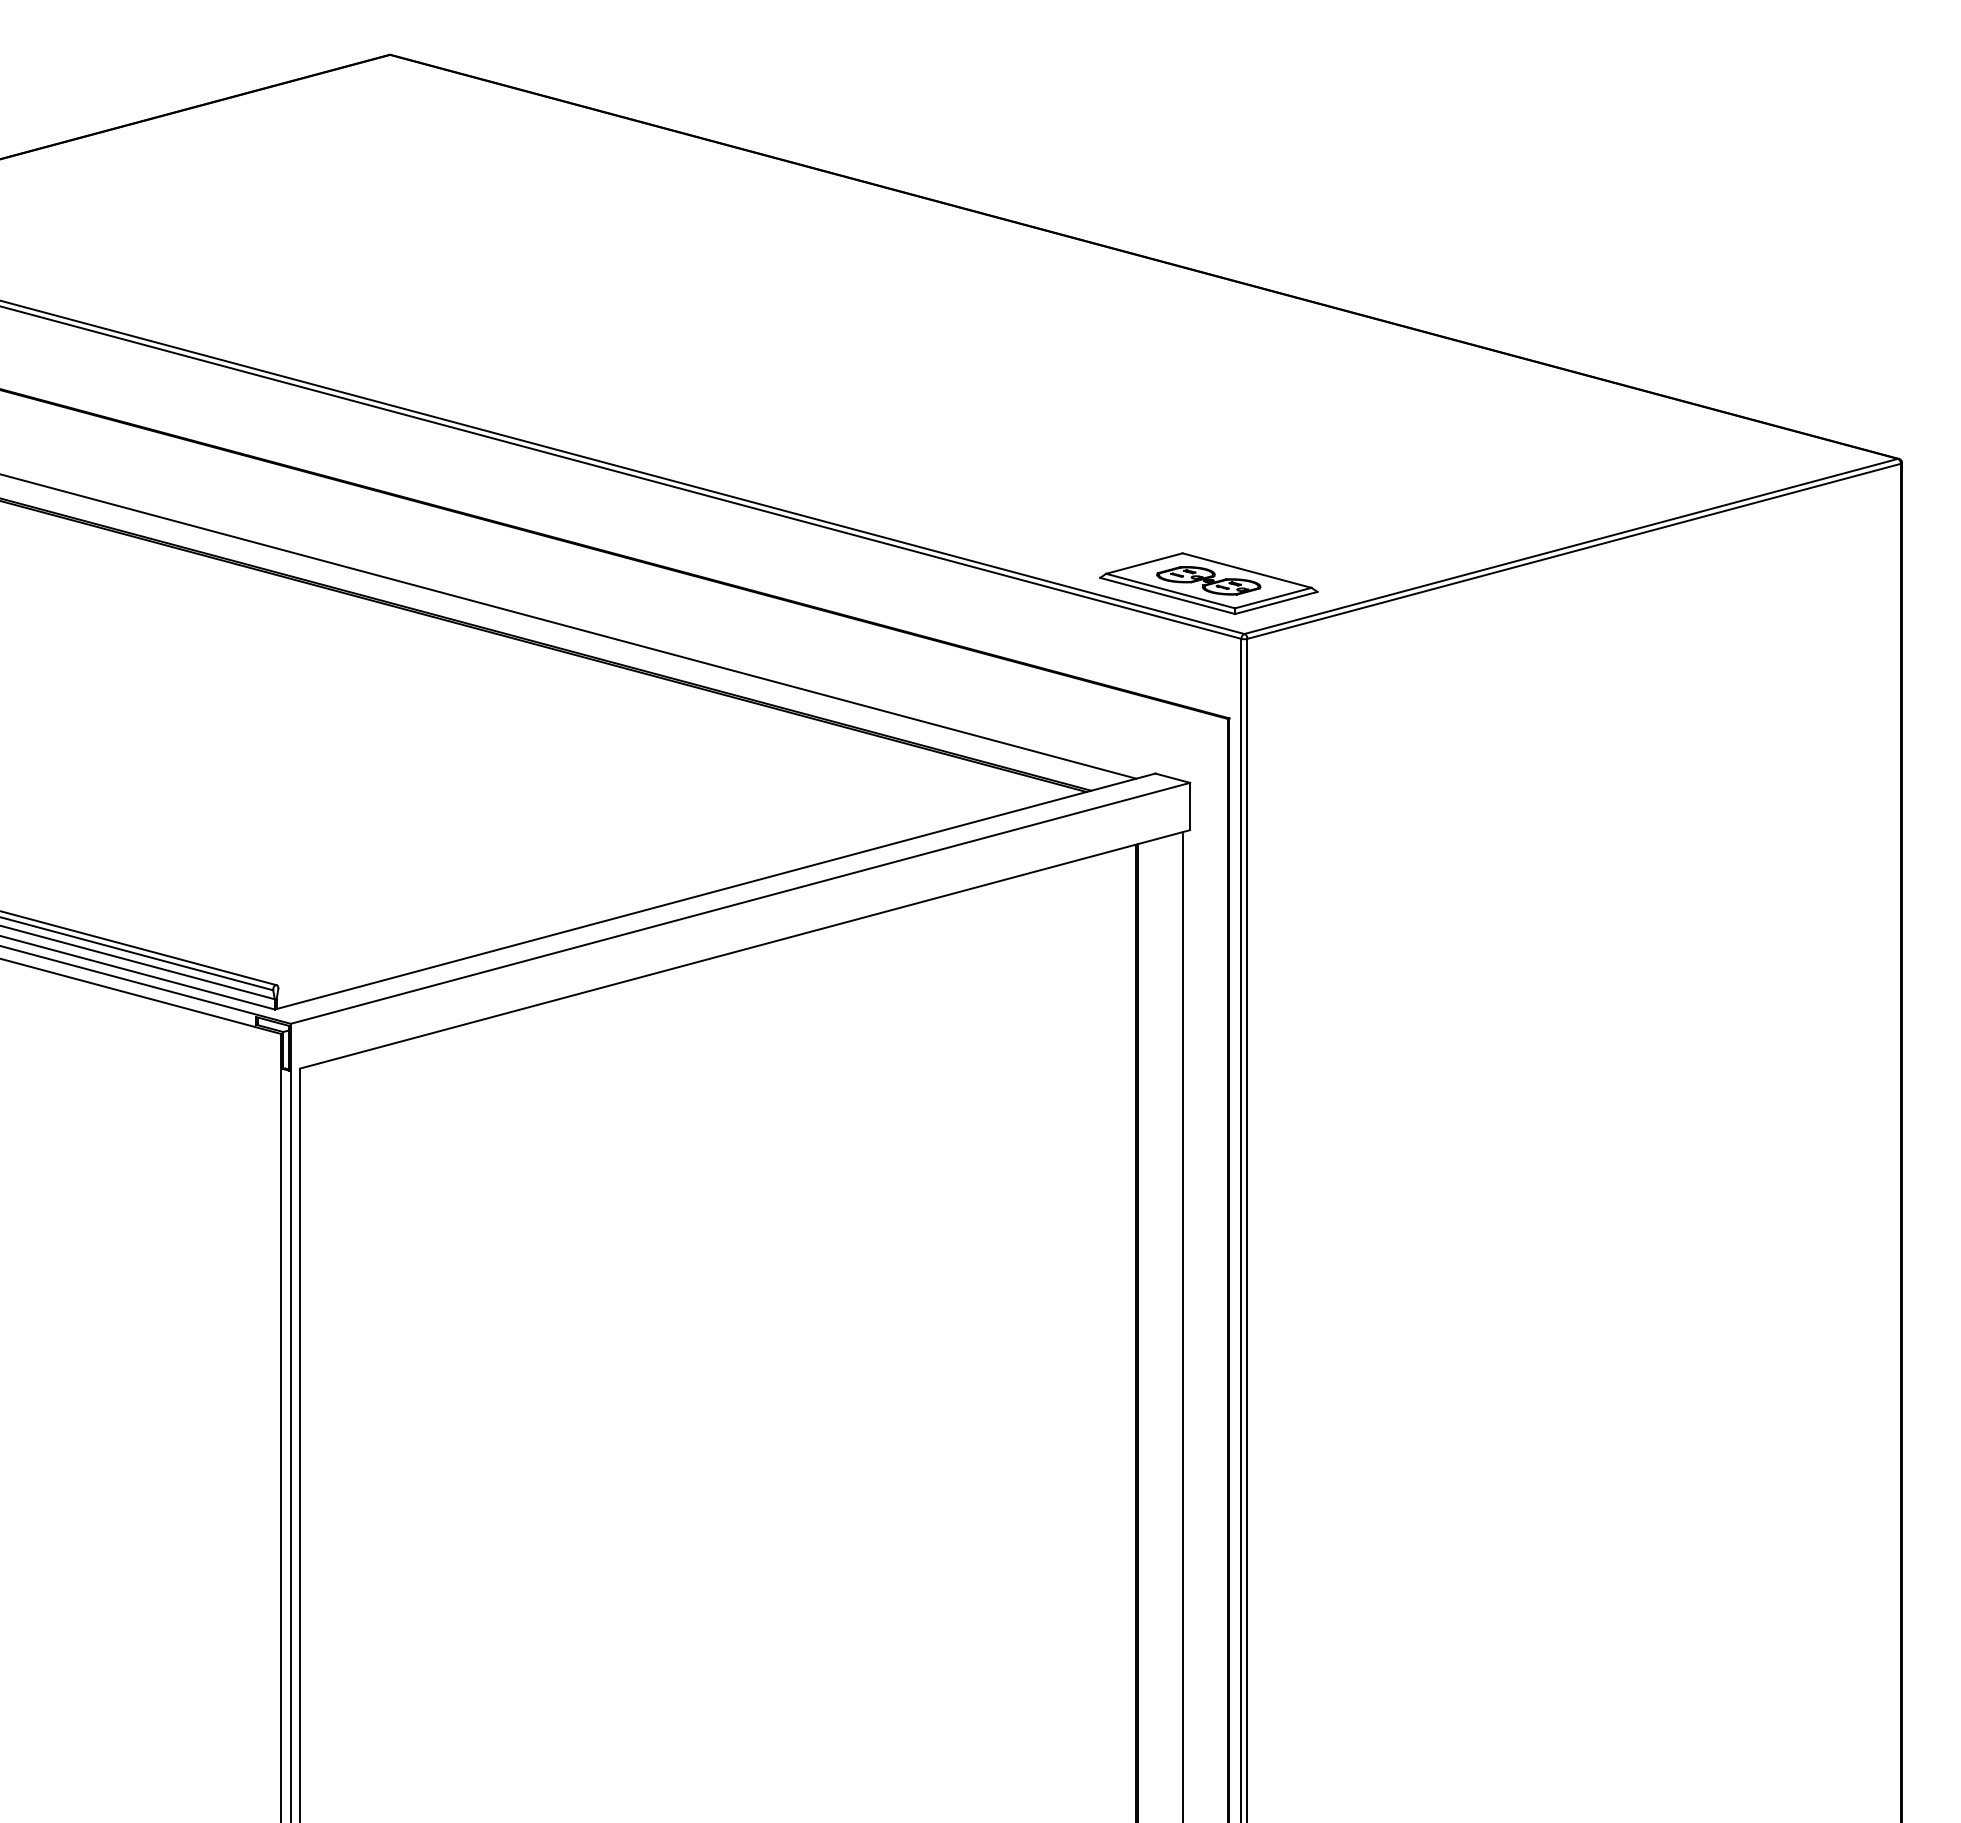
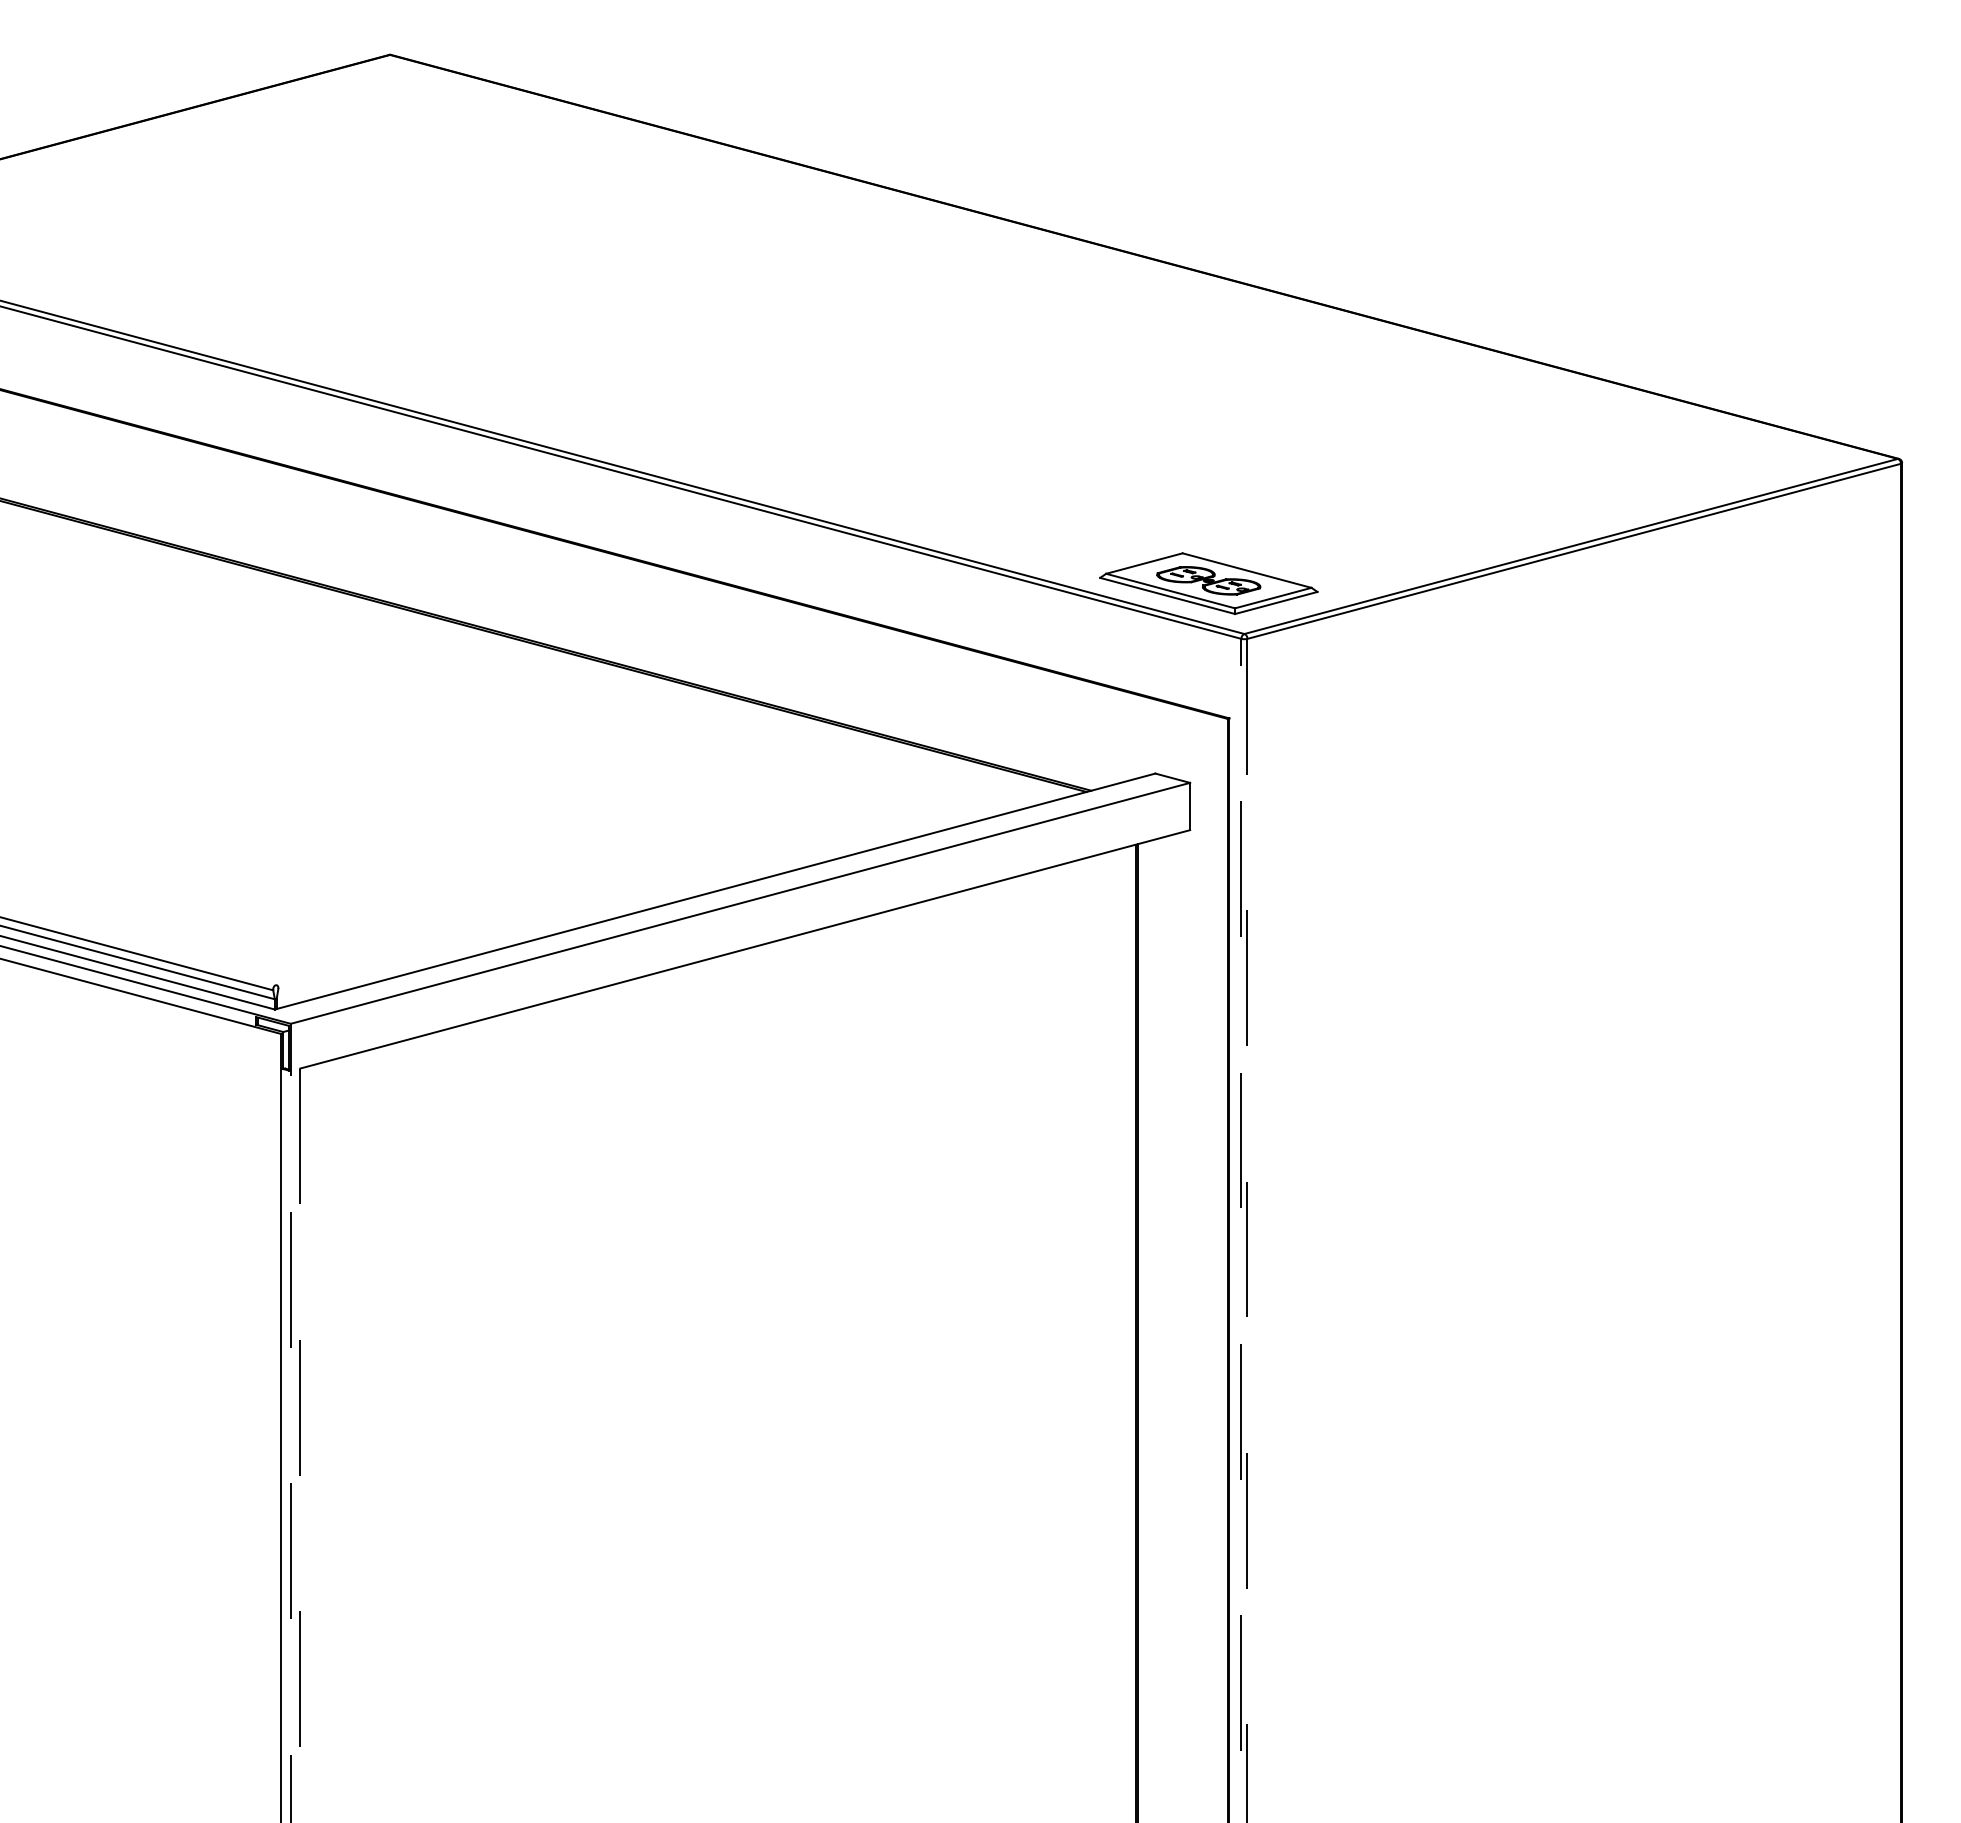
line at (569, 626): present -> none
line at (139, 948): present -> none
line at (1241, 1230): solid -> dashed
line at (1247, 1230): solid -> dashed
line at (1182, 1325): present -> none
line at (290, 1422): solid -> dashed
line at (300, 1445): solid -> dashed
